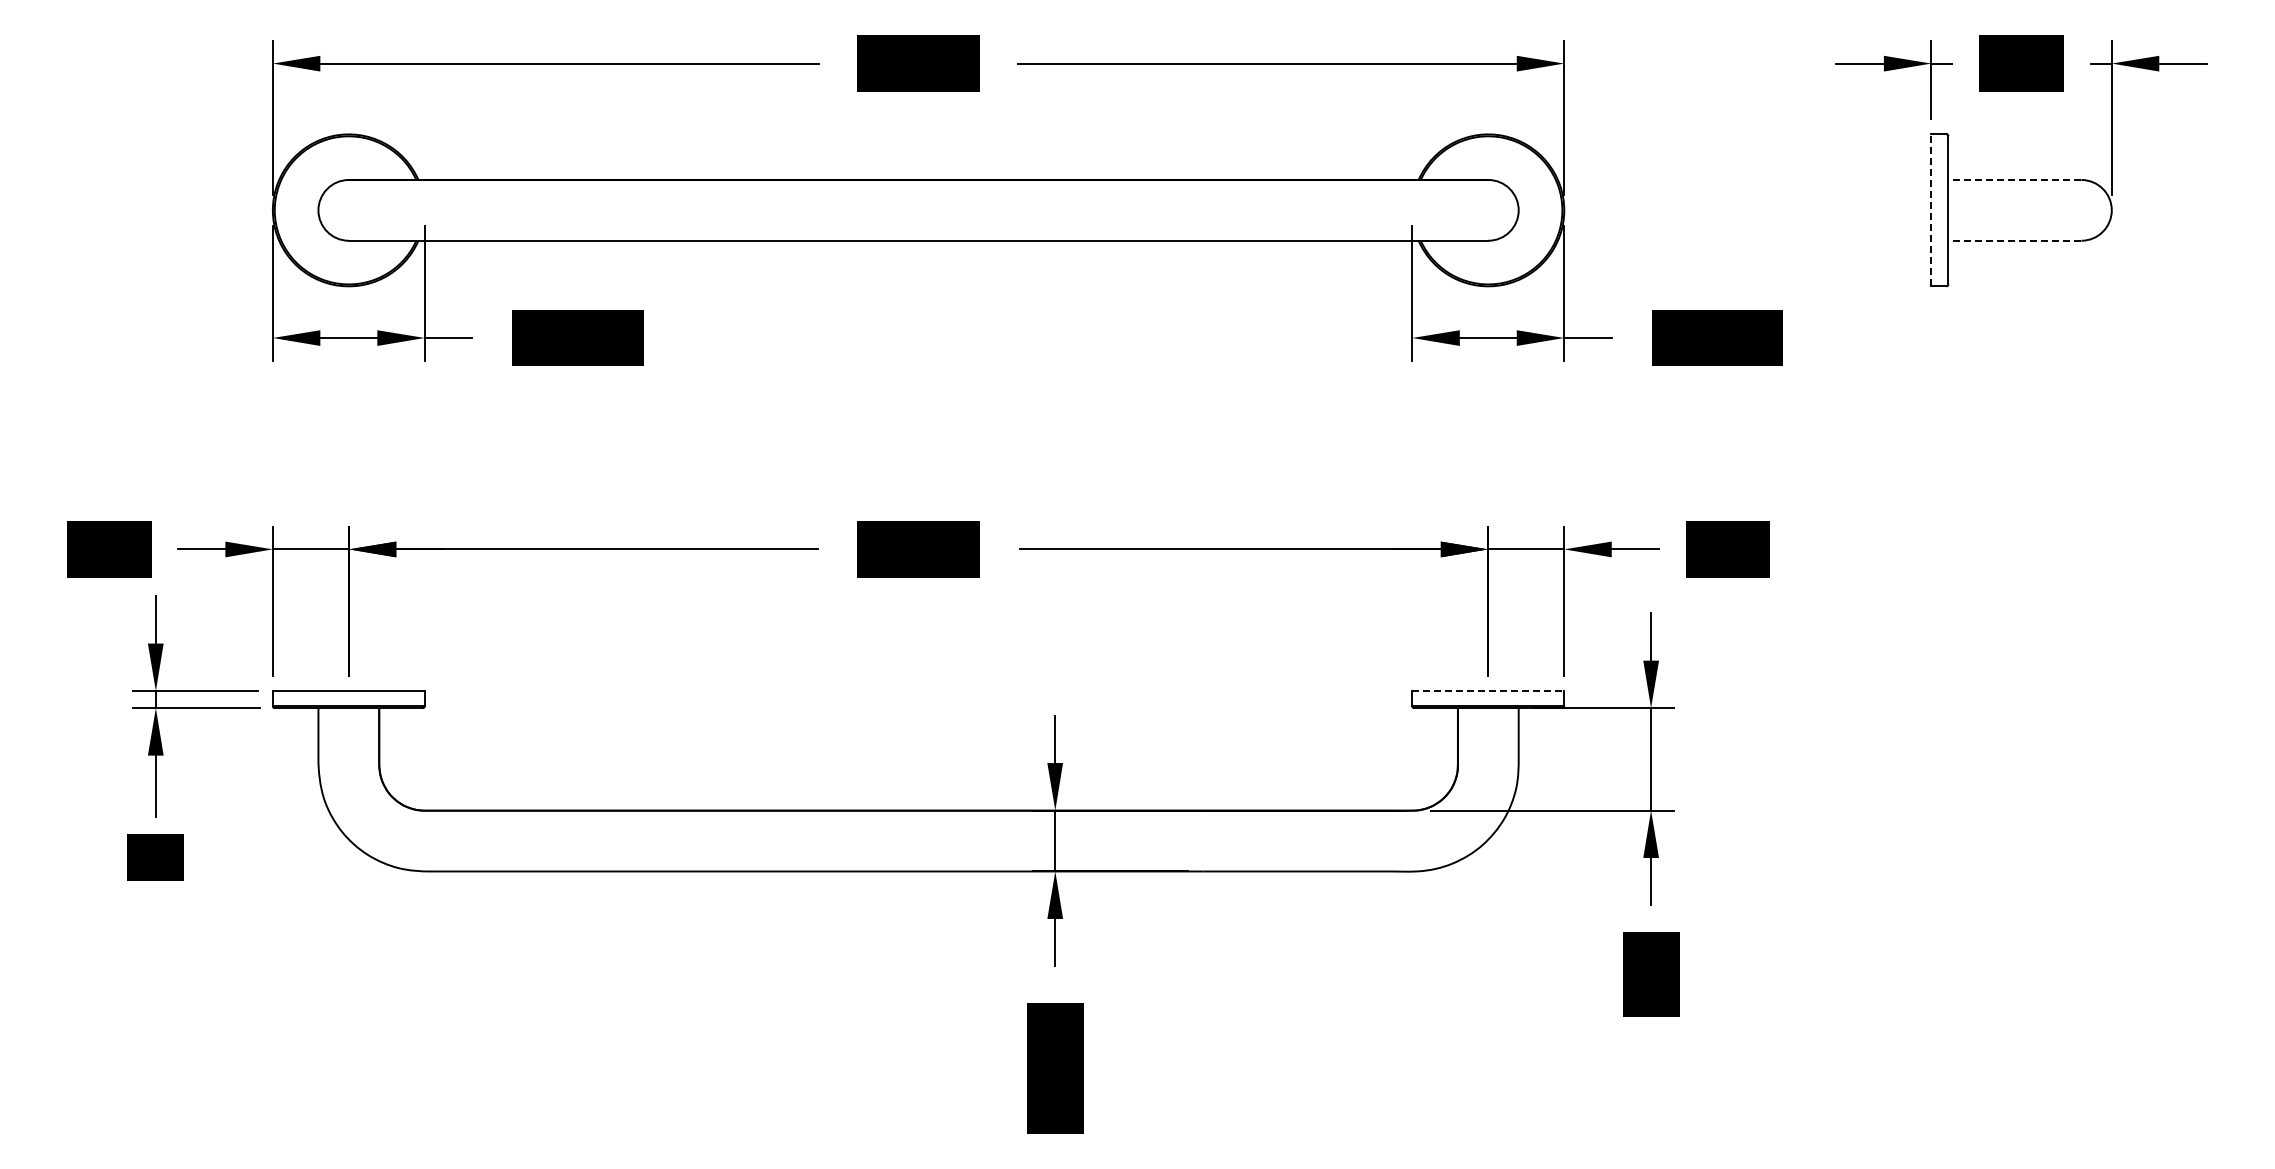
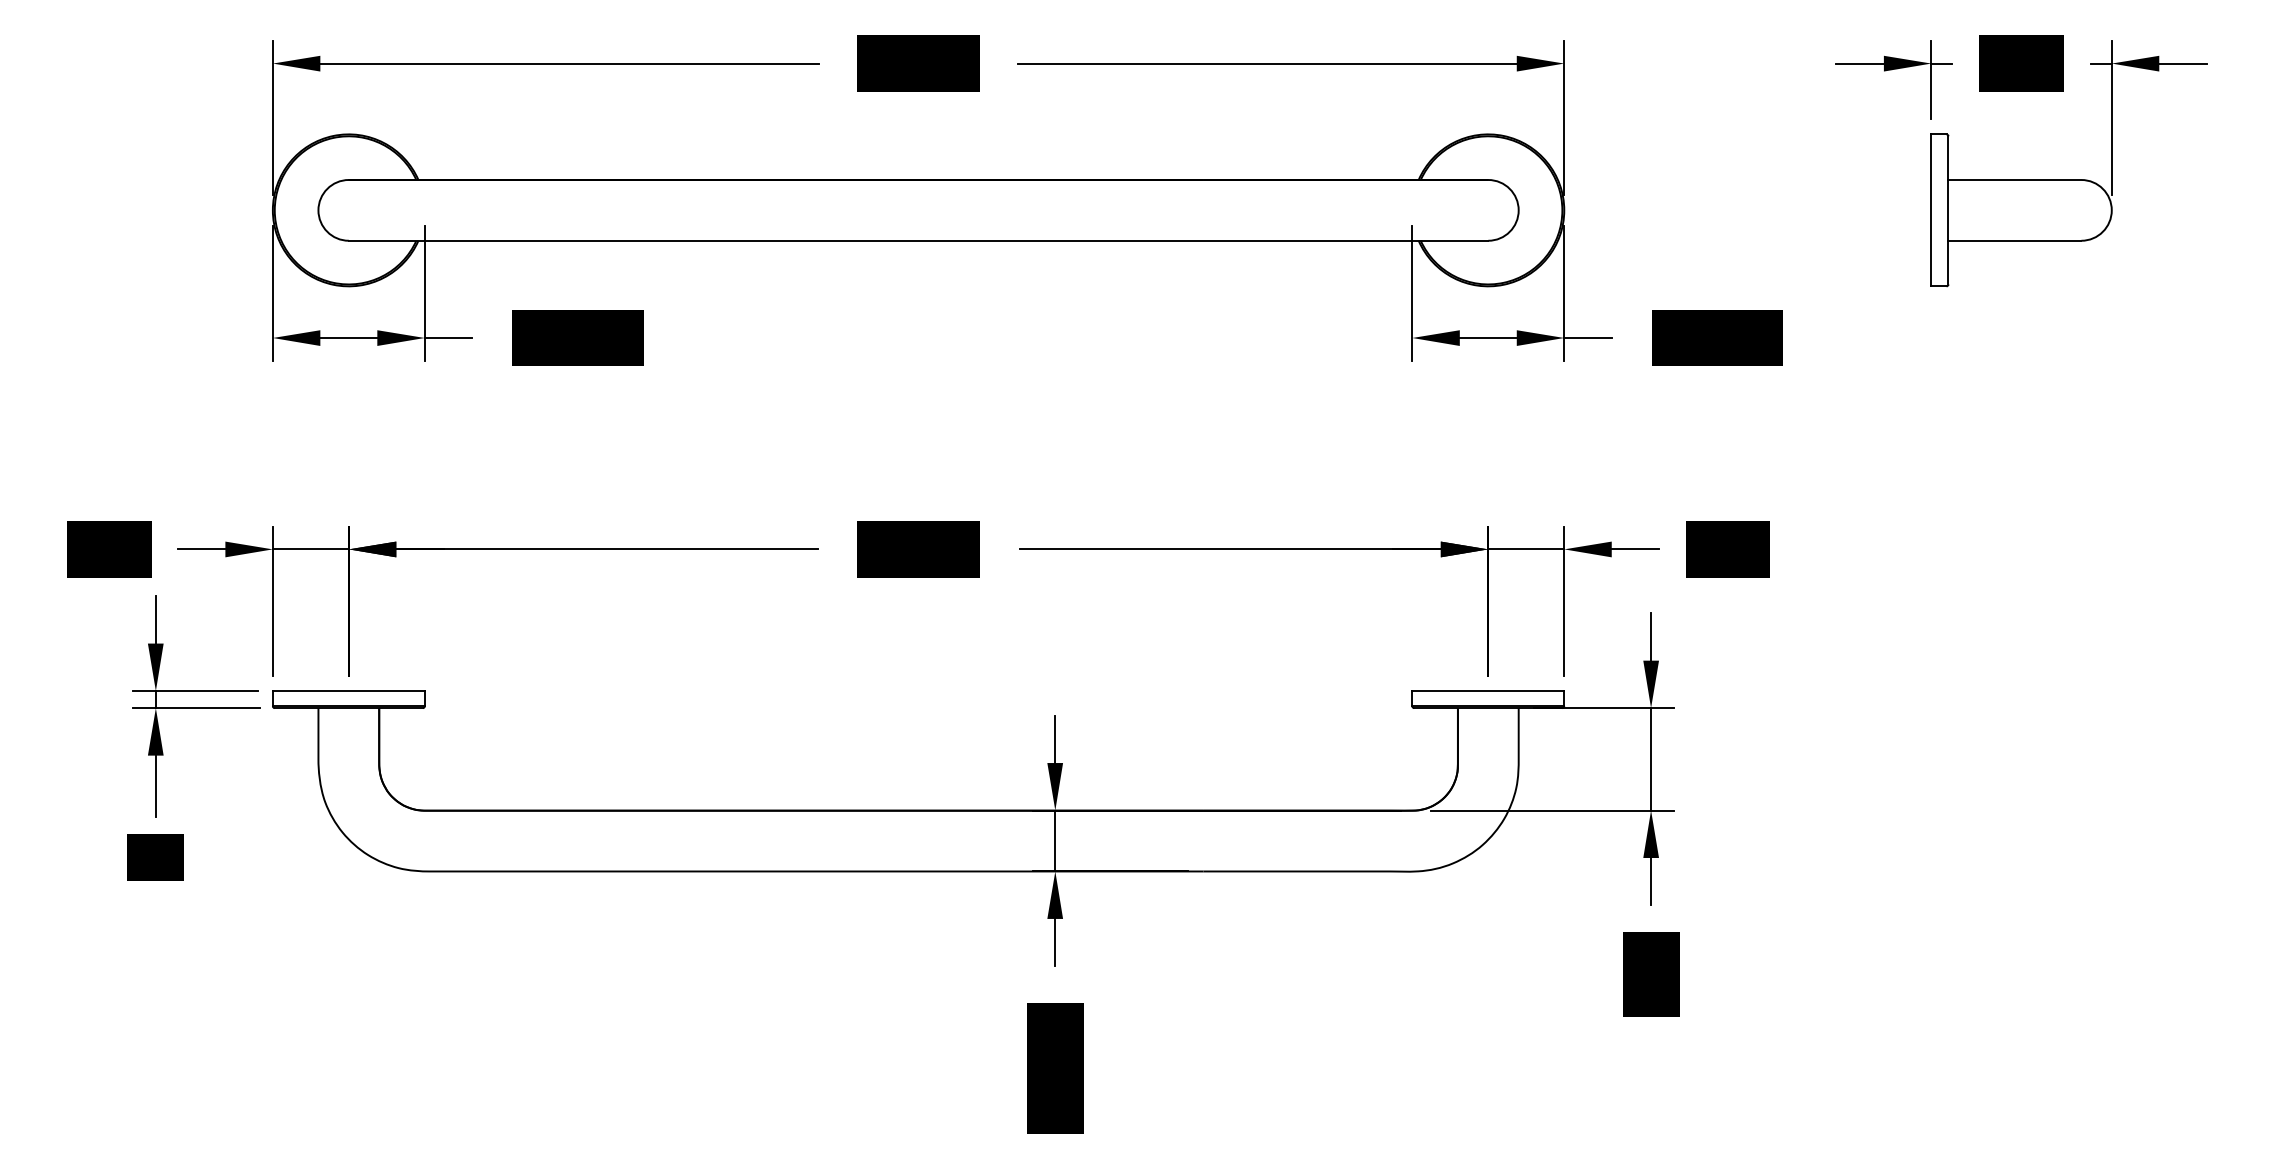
line at (2014, 180): dashed -> solid
line at (1931, 210): dashed -> solid
line at (2014, 240): dashed -> solid
line at (1488, 691): dashed -> solid
